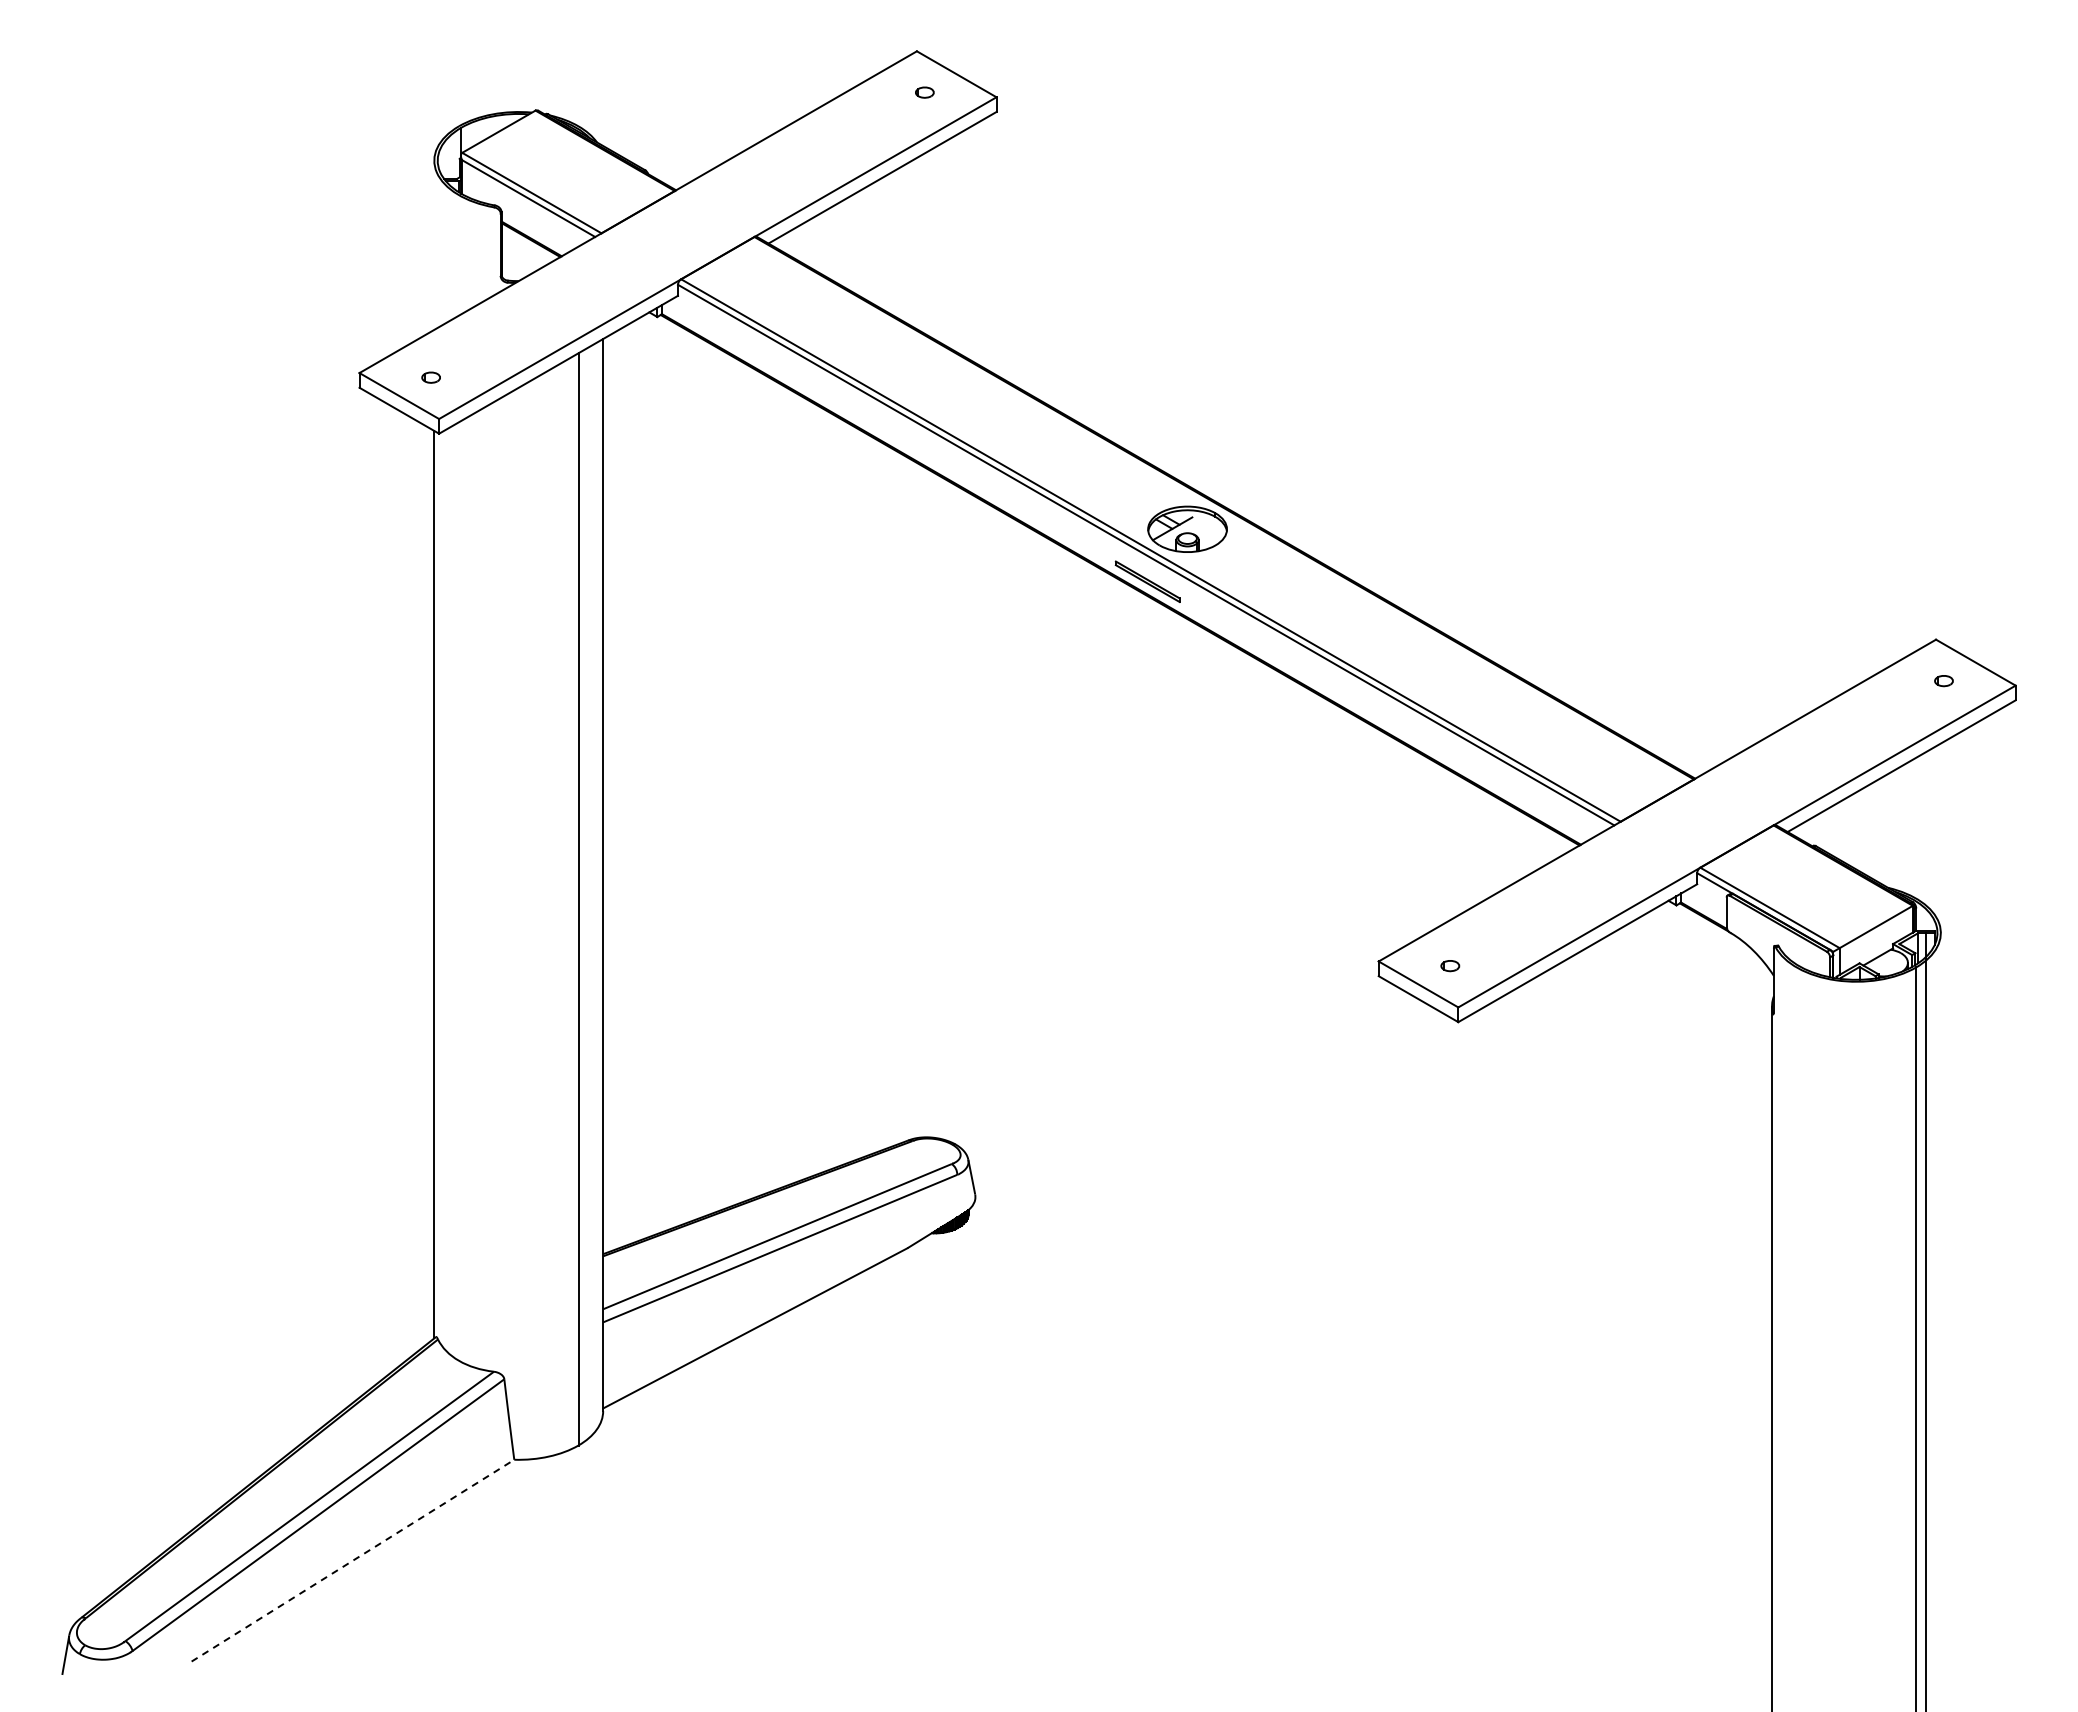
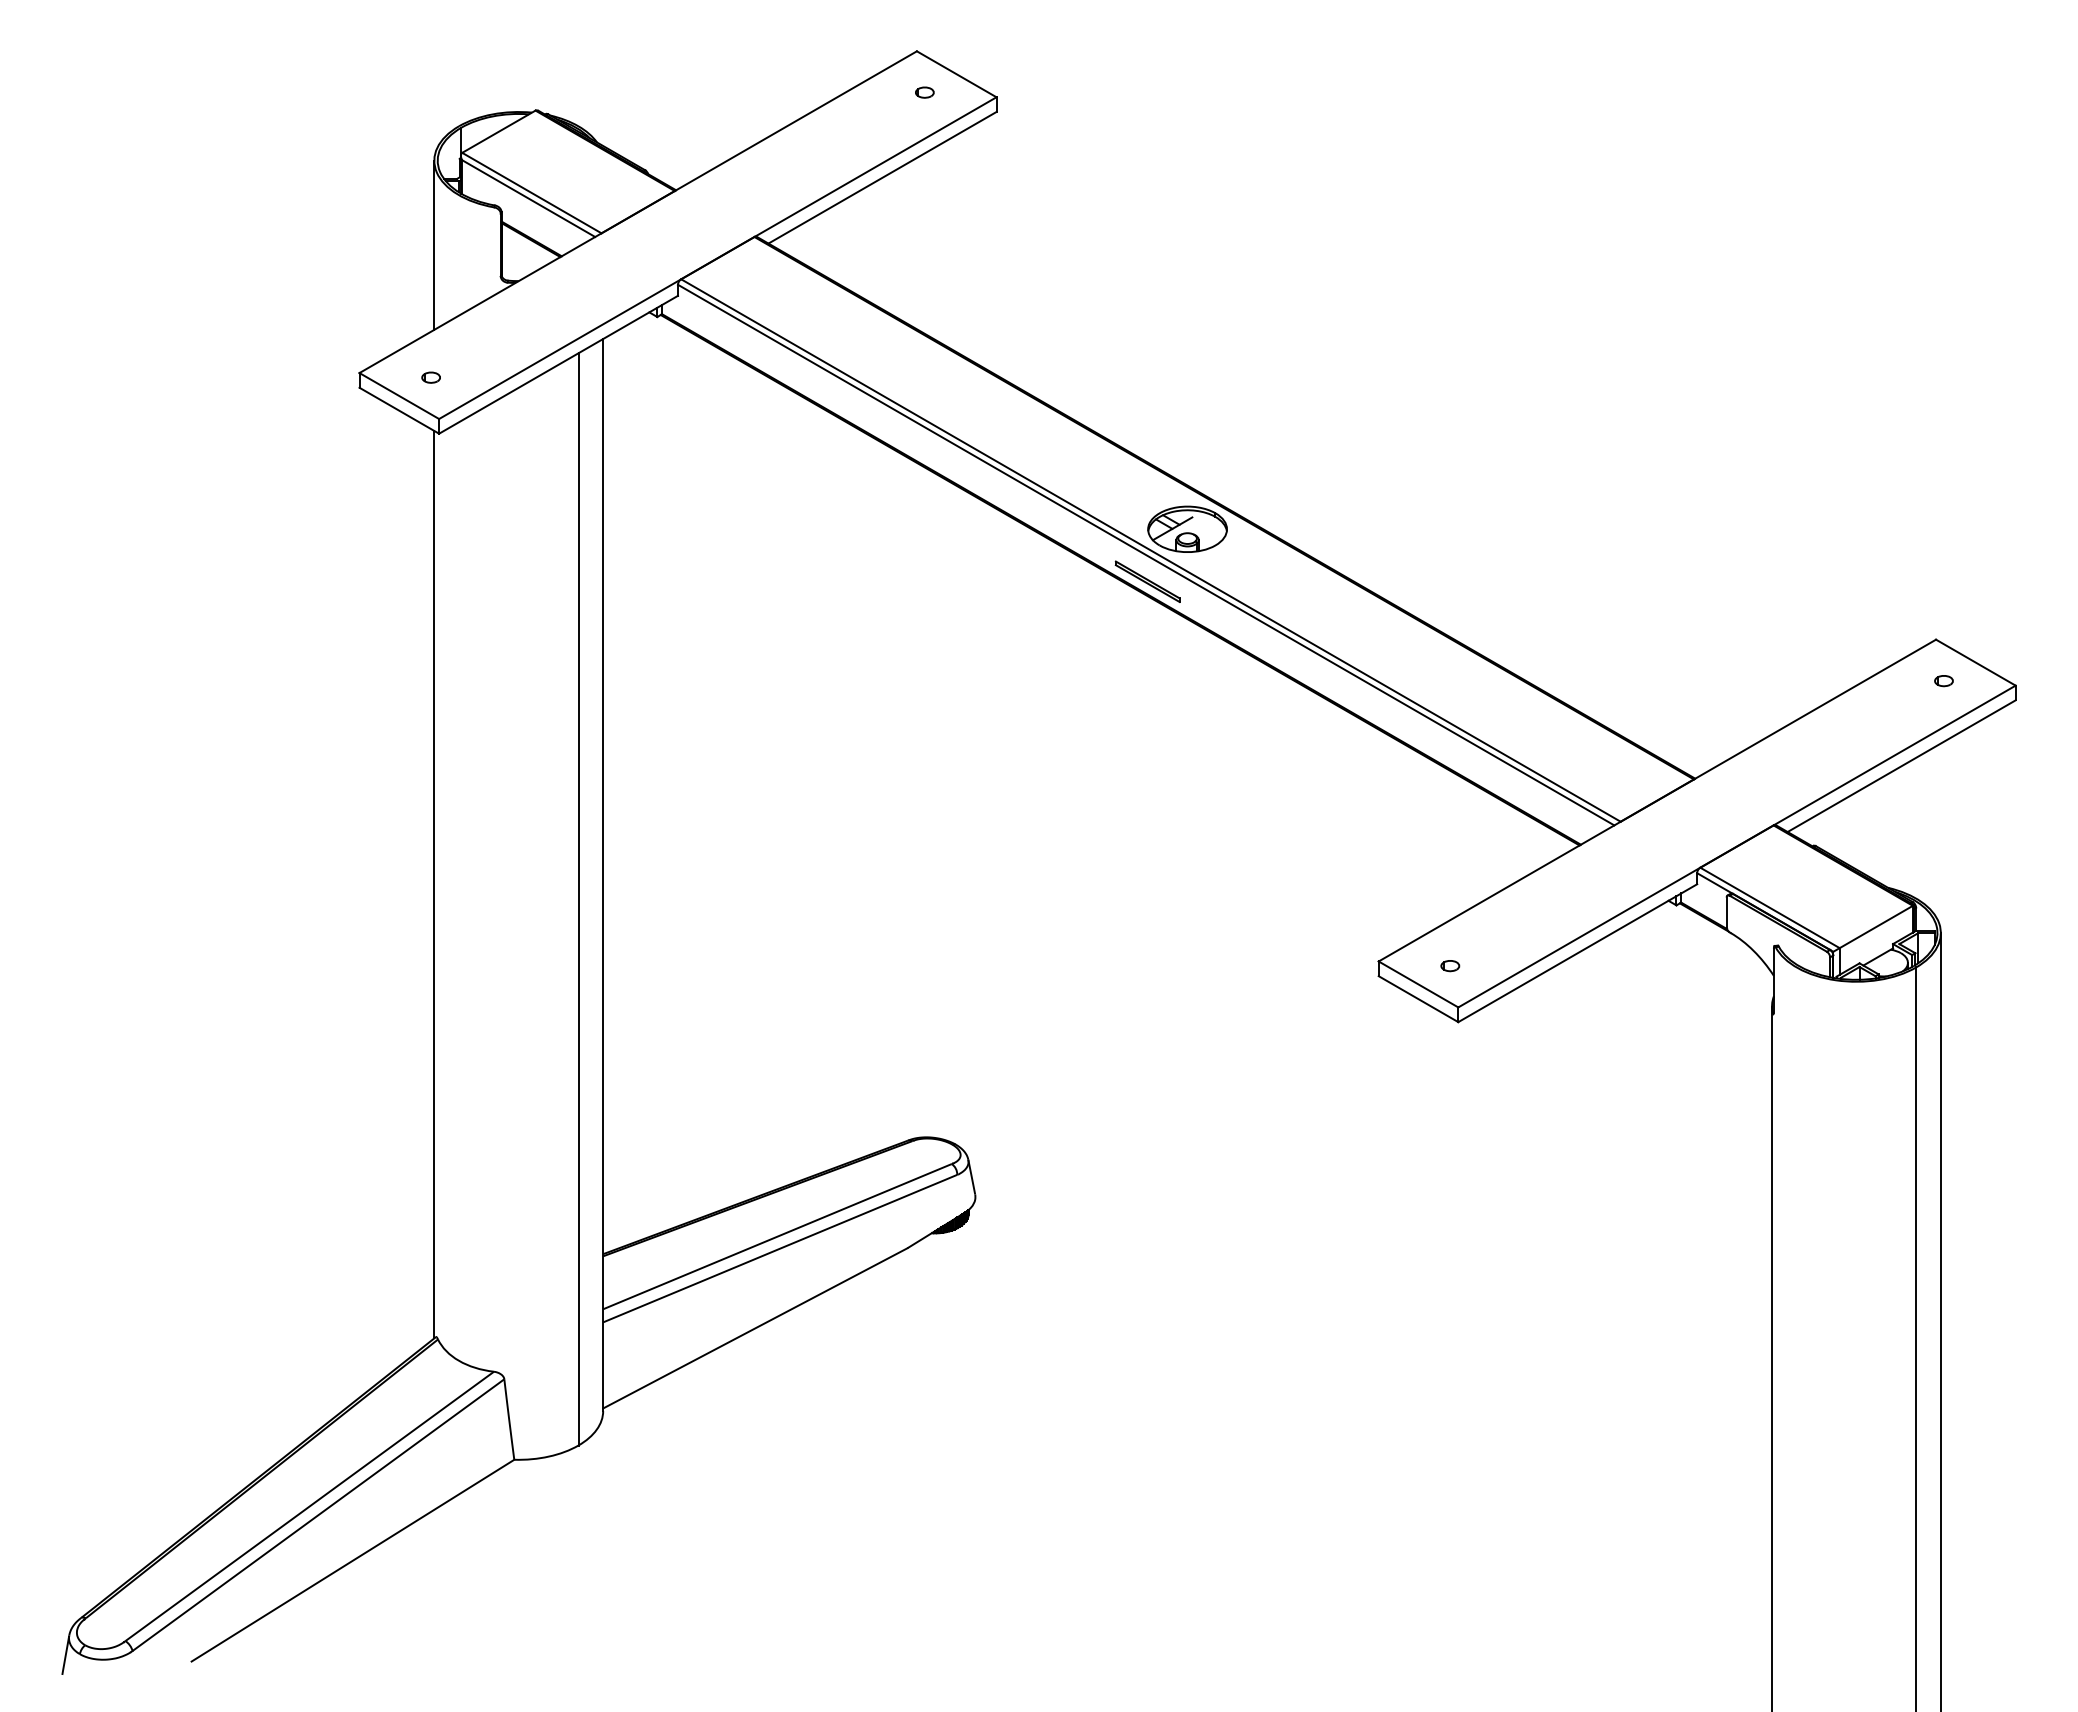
line at (434, 244): none -> present
line at (1925, 1320) position: (1925, 1320) -> (1940, 1320)
line at (353, 1560): dashed -> solid
